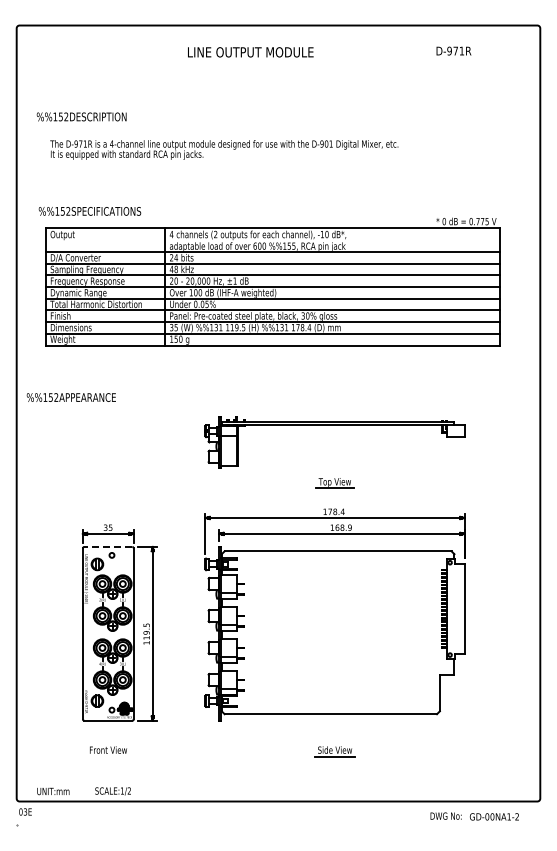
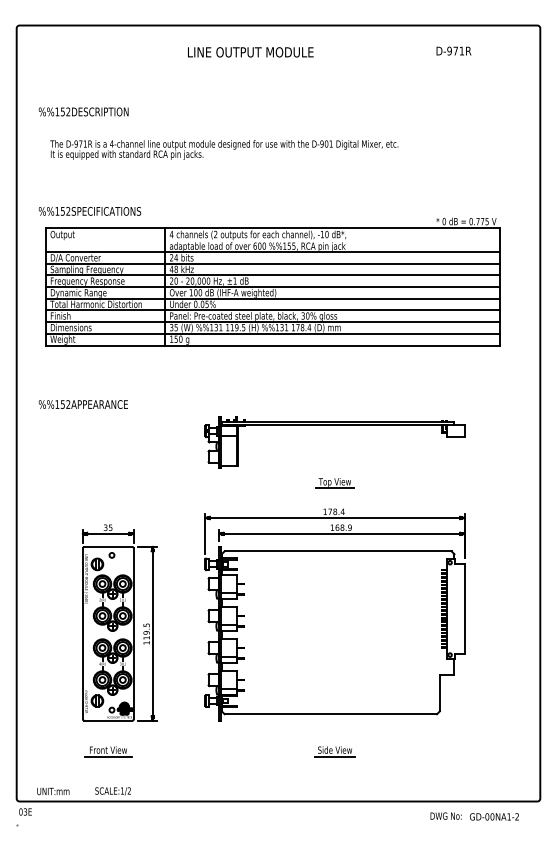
text at (81, 116) position: (81, 116) -> (83, 111)
text at (70, 397) position: (70, 397) -> (82, 404)
line at (108, 546): dashed -> solid
line at (108, 756): none -> present
